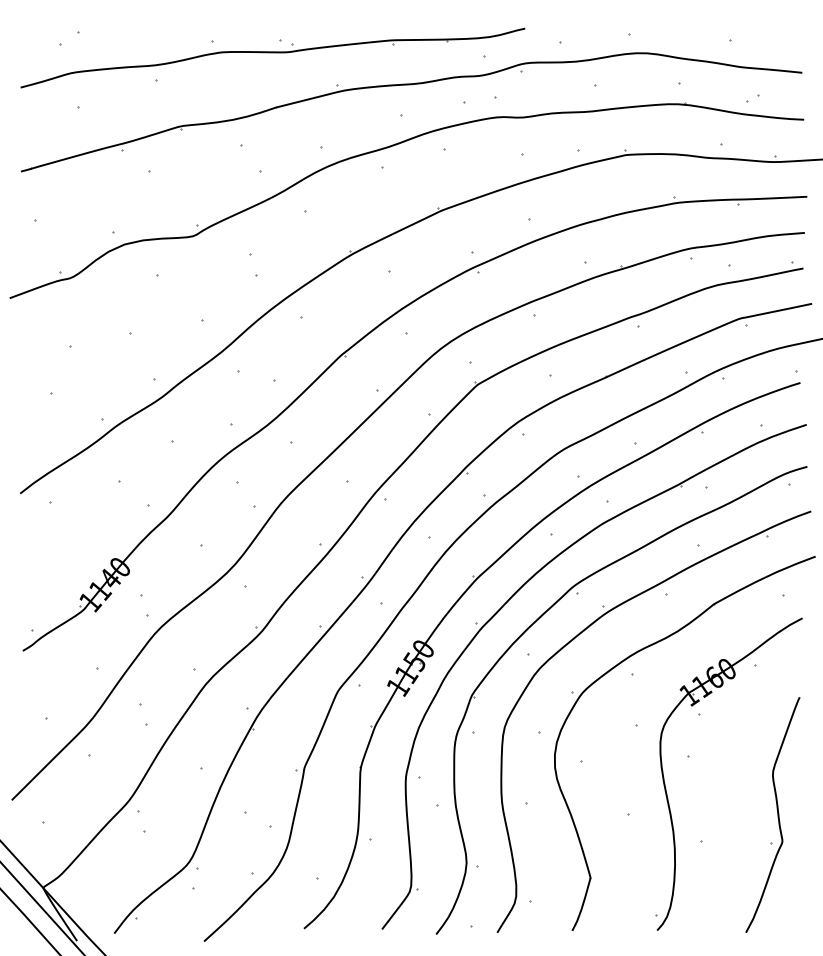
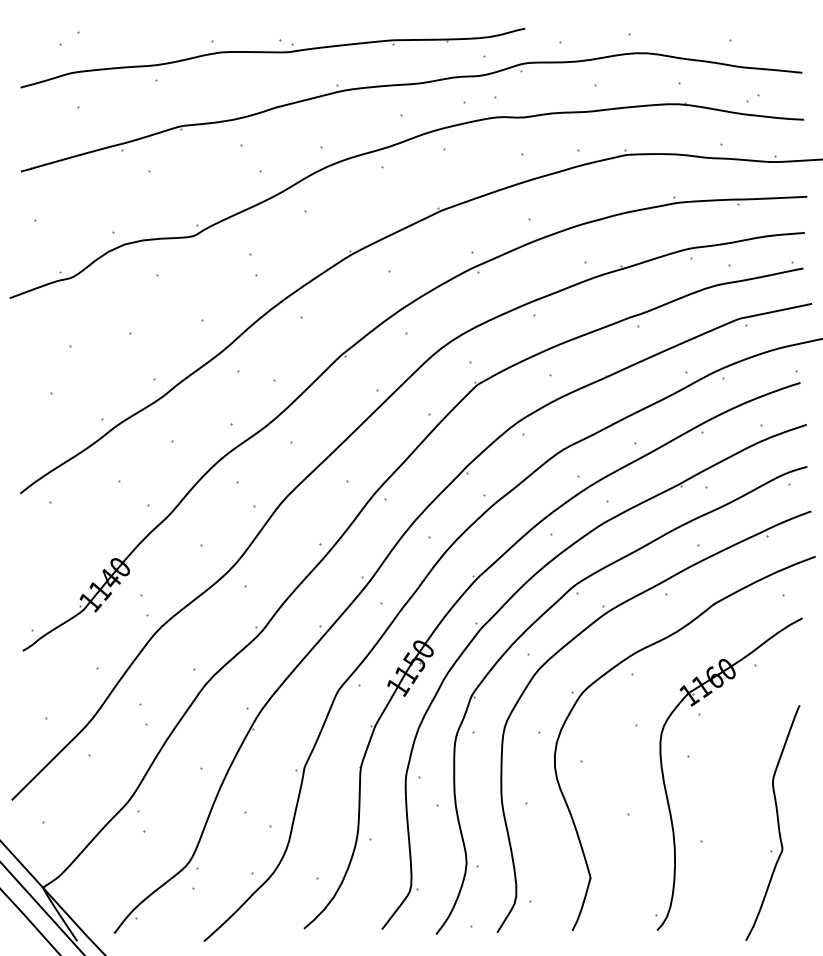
part at (772, 814) position: (772, 814) -> (772, 822)
